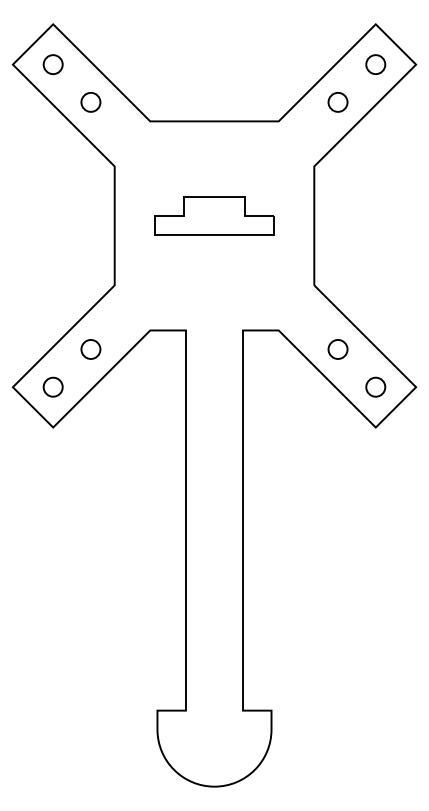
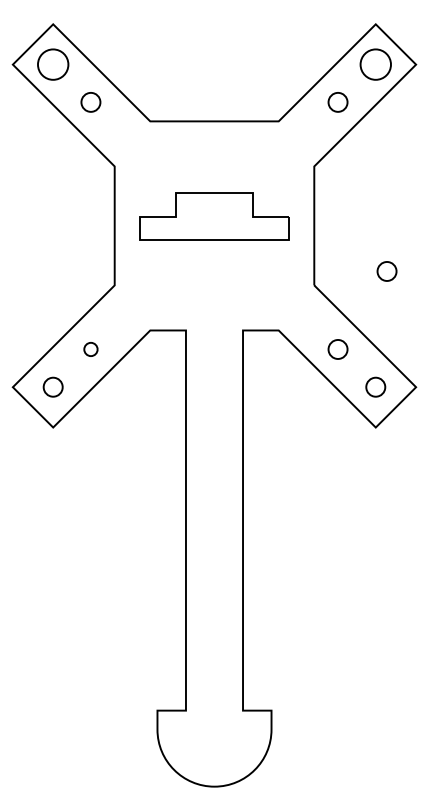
circle at (52, 64) diameter: 19 px -> 30 px
circle at (375, 64) diameter: 19 px -> 30 px
part at (214, 215) size: 121x40 px -> 151x49 px
circle at (386, 271): none -> present
circle at (90, 349) size: 22x21 px -> 16x15 px
